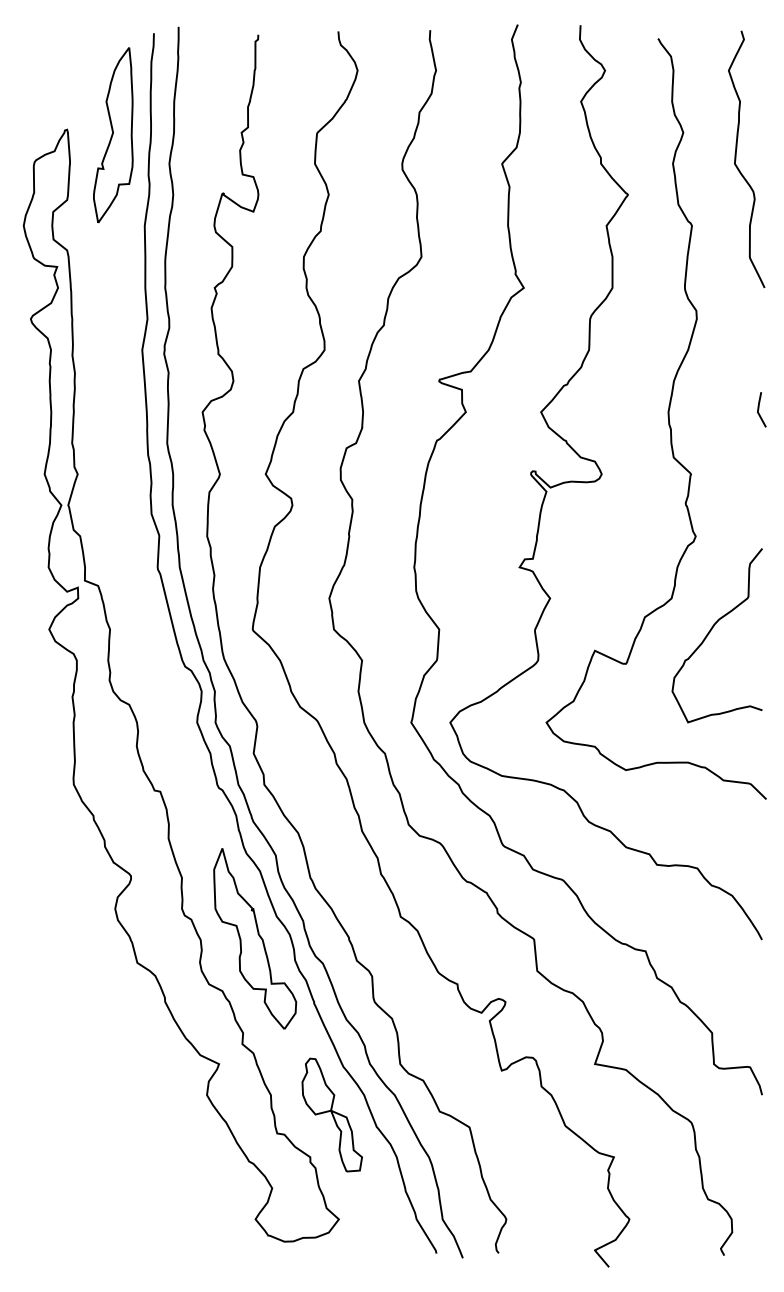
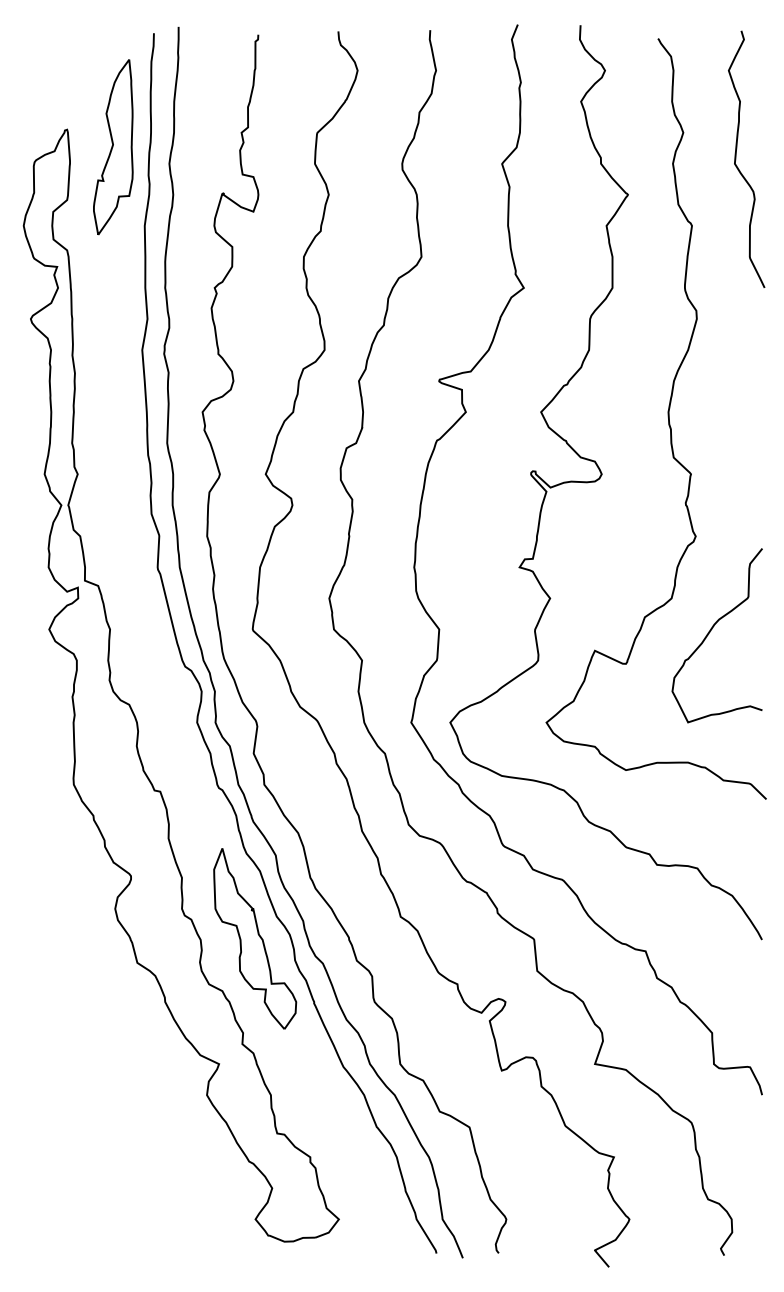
part at (113, 135) position: (113, 135) -> (113, 147)
line at (759, 409): present -> none
part at (331, 1114): present -> none
